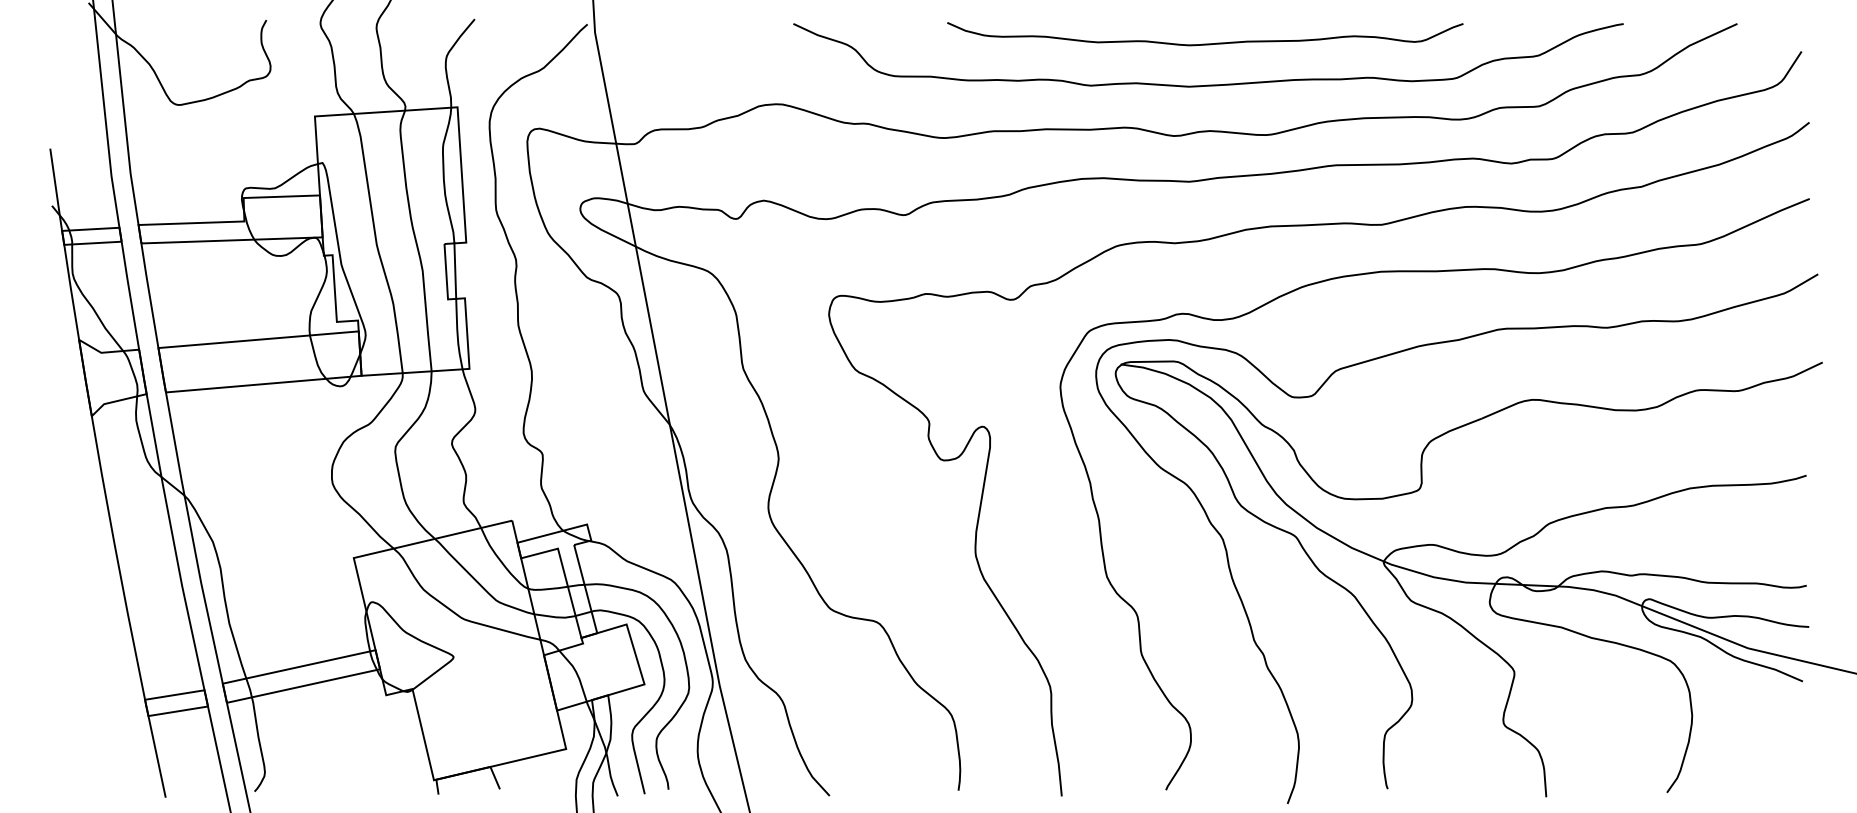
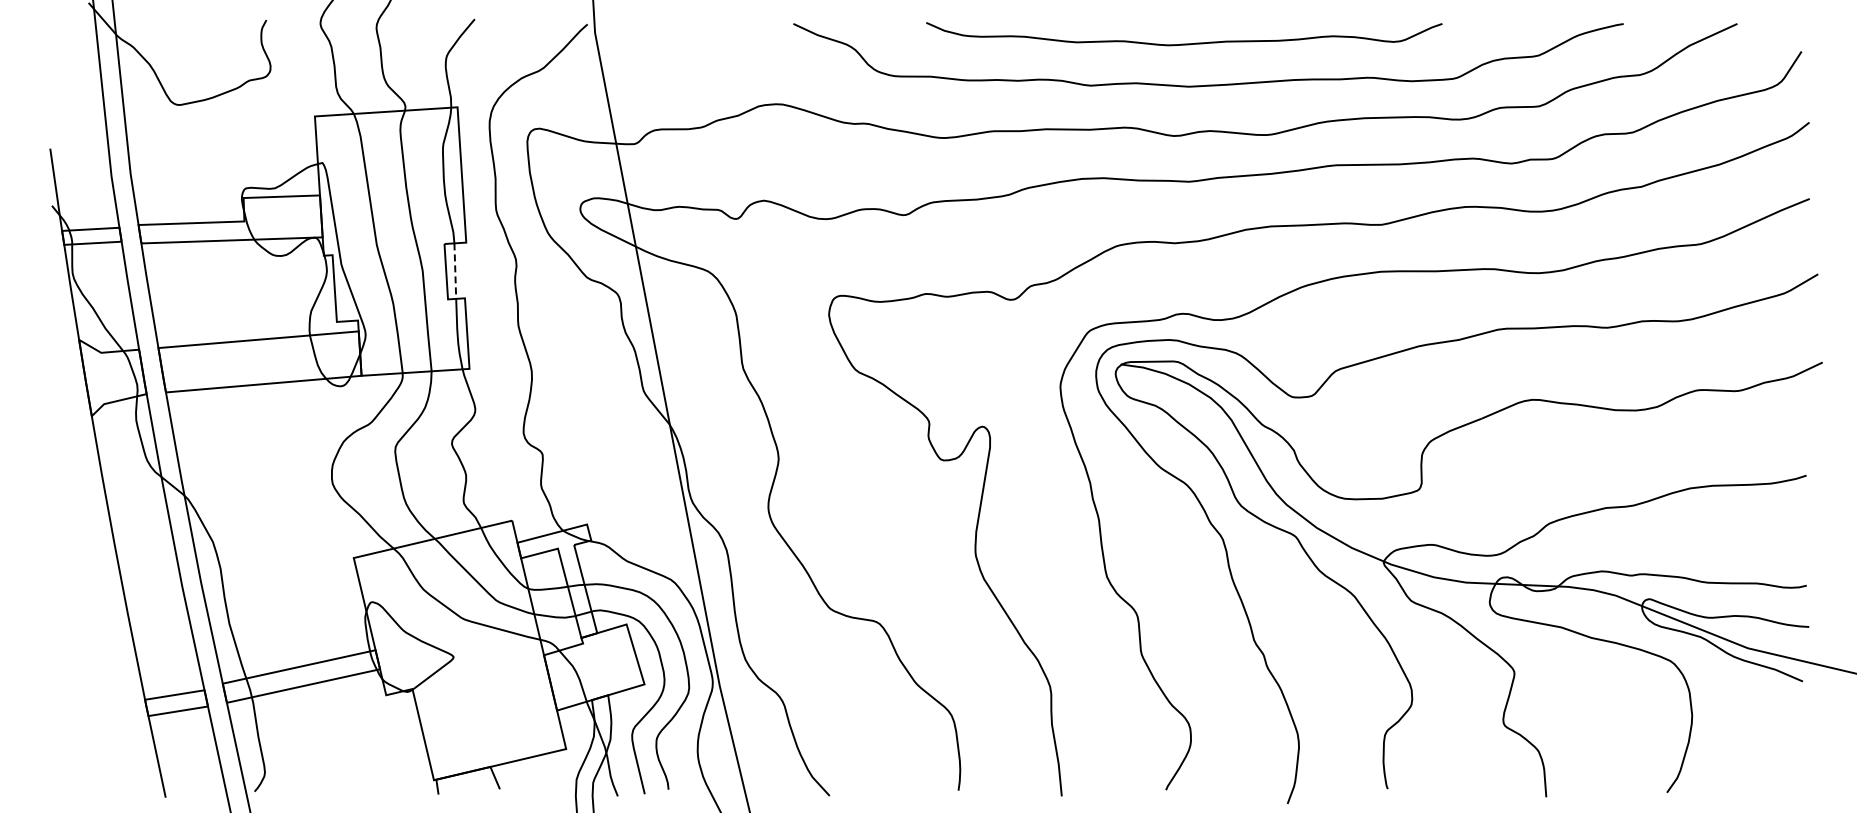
curve at (1205, 43) position: (1205, 43) -> (1184, 43)
line at (455, 271): solid -> dashed
